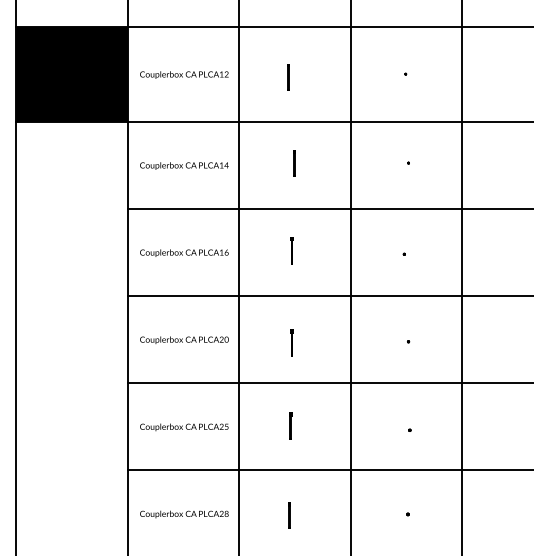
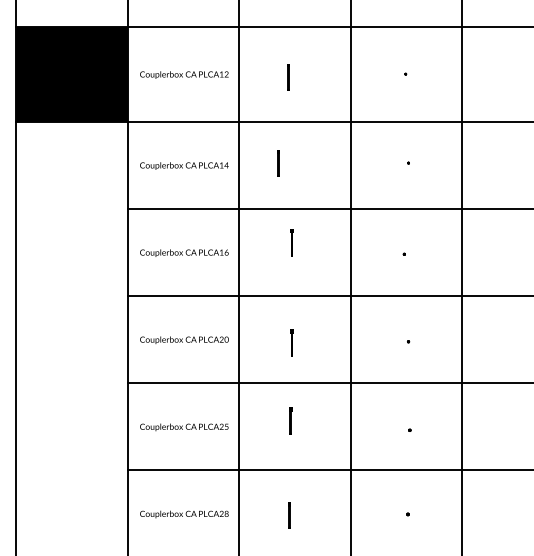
line at (294, 163) position: (294, 163) -> (278, 163)
part at (291, 250) position: (291, 250) -> (291, 242)
line at (290, 425) position: (290, 425) -> (290, 420)
